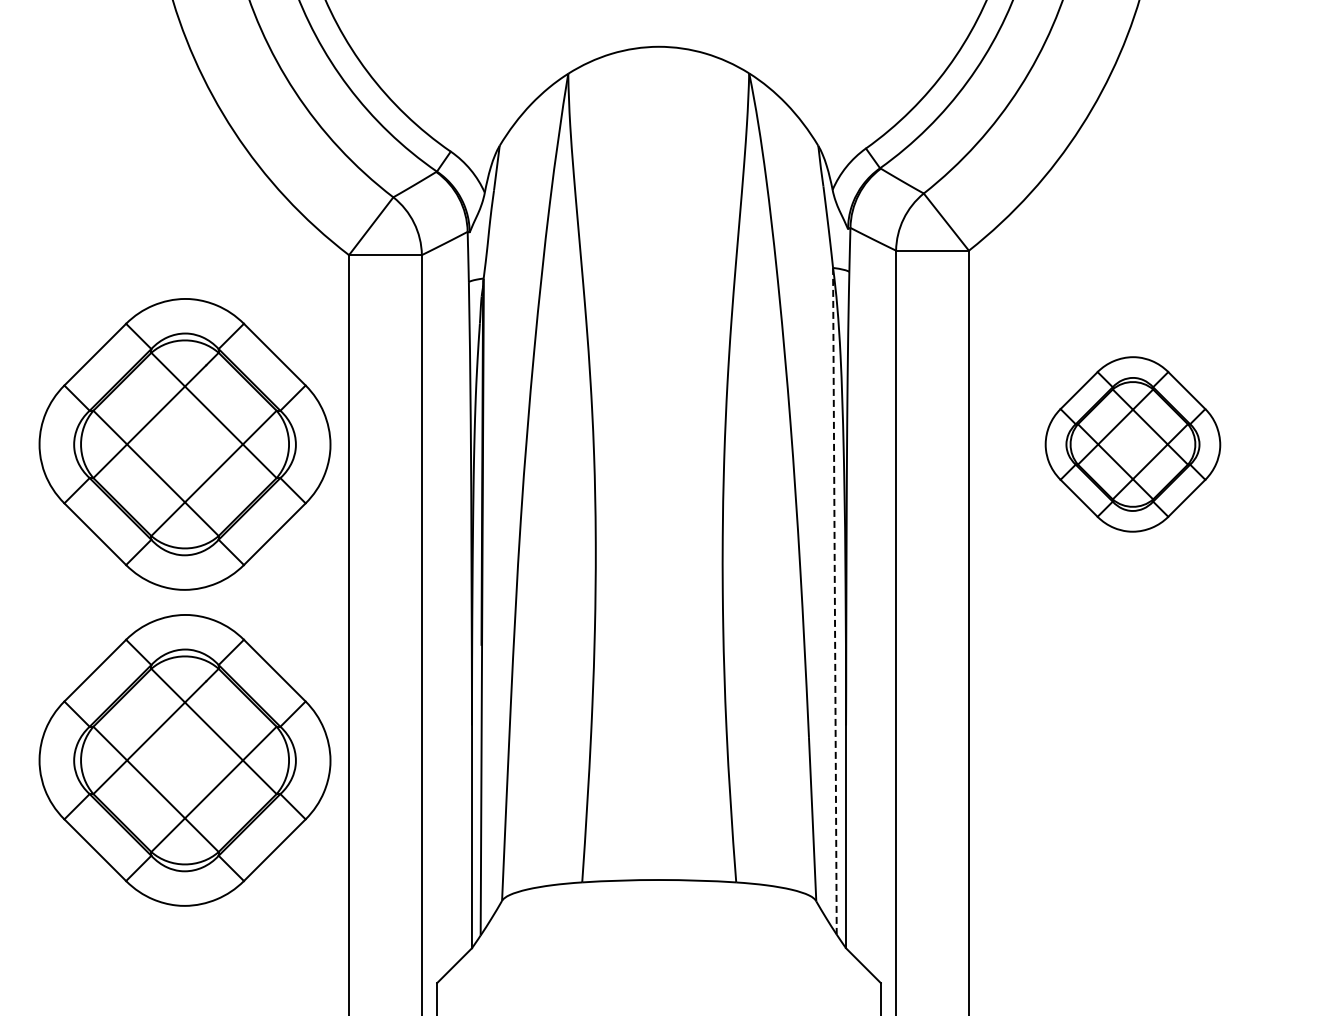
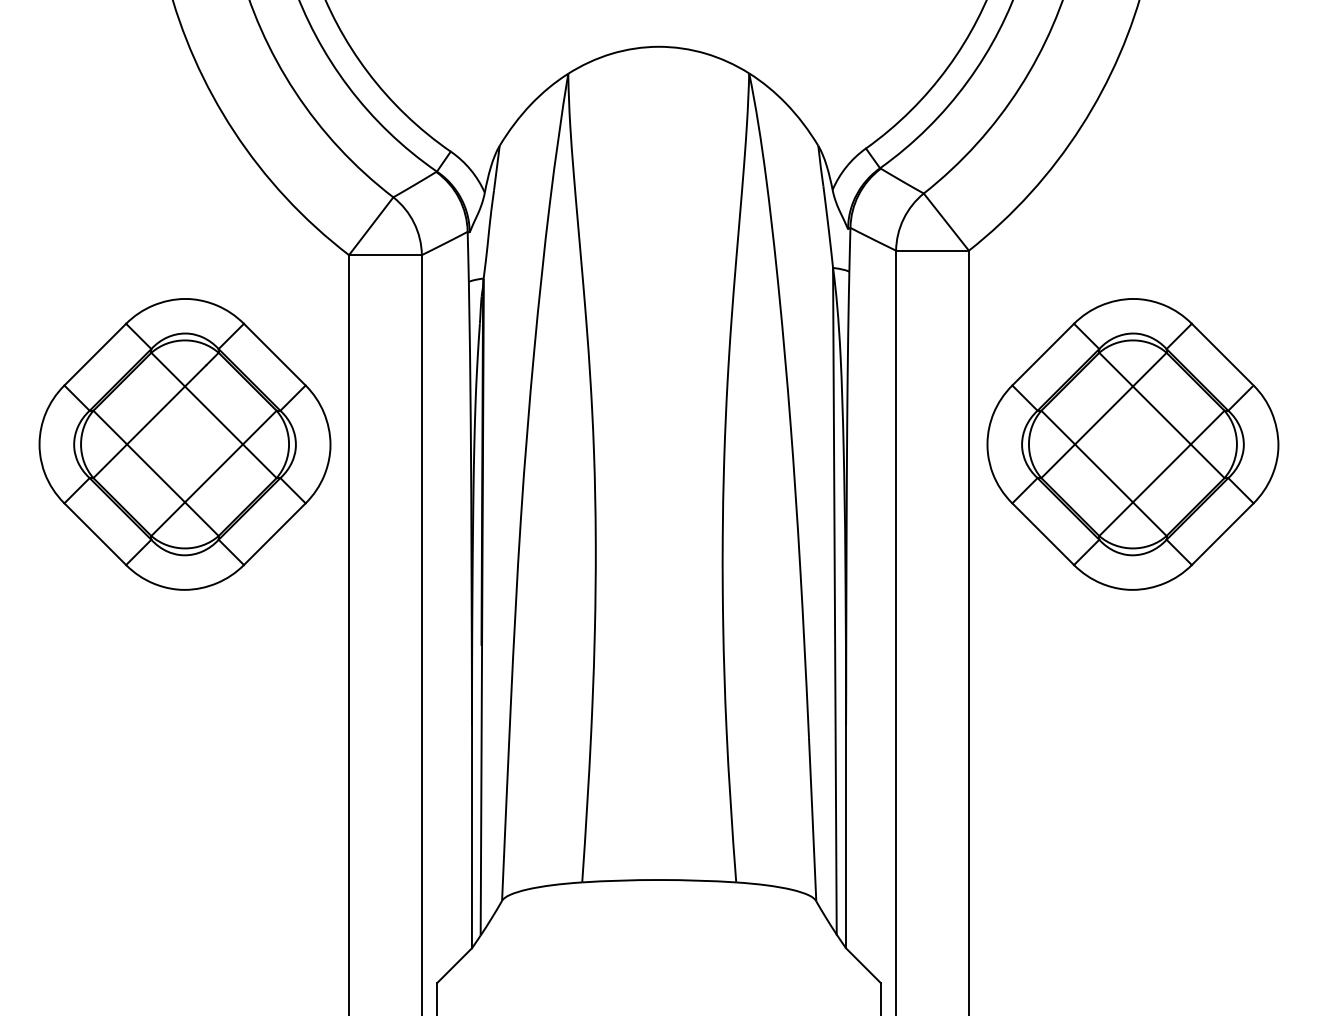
part at (1132, 444) size: 178x177 px -> 294x293 px
line at (834, 601): dashed -> solid
part at (184, 760): present -> none
